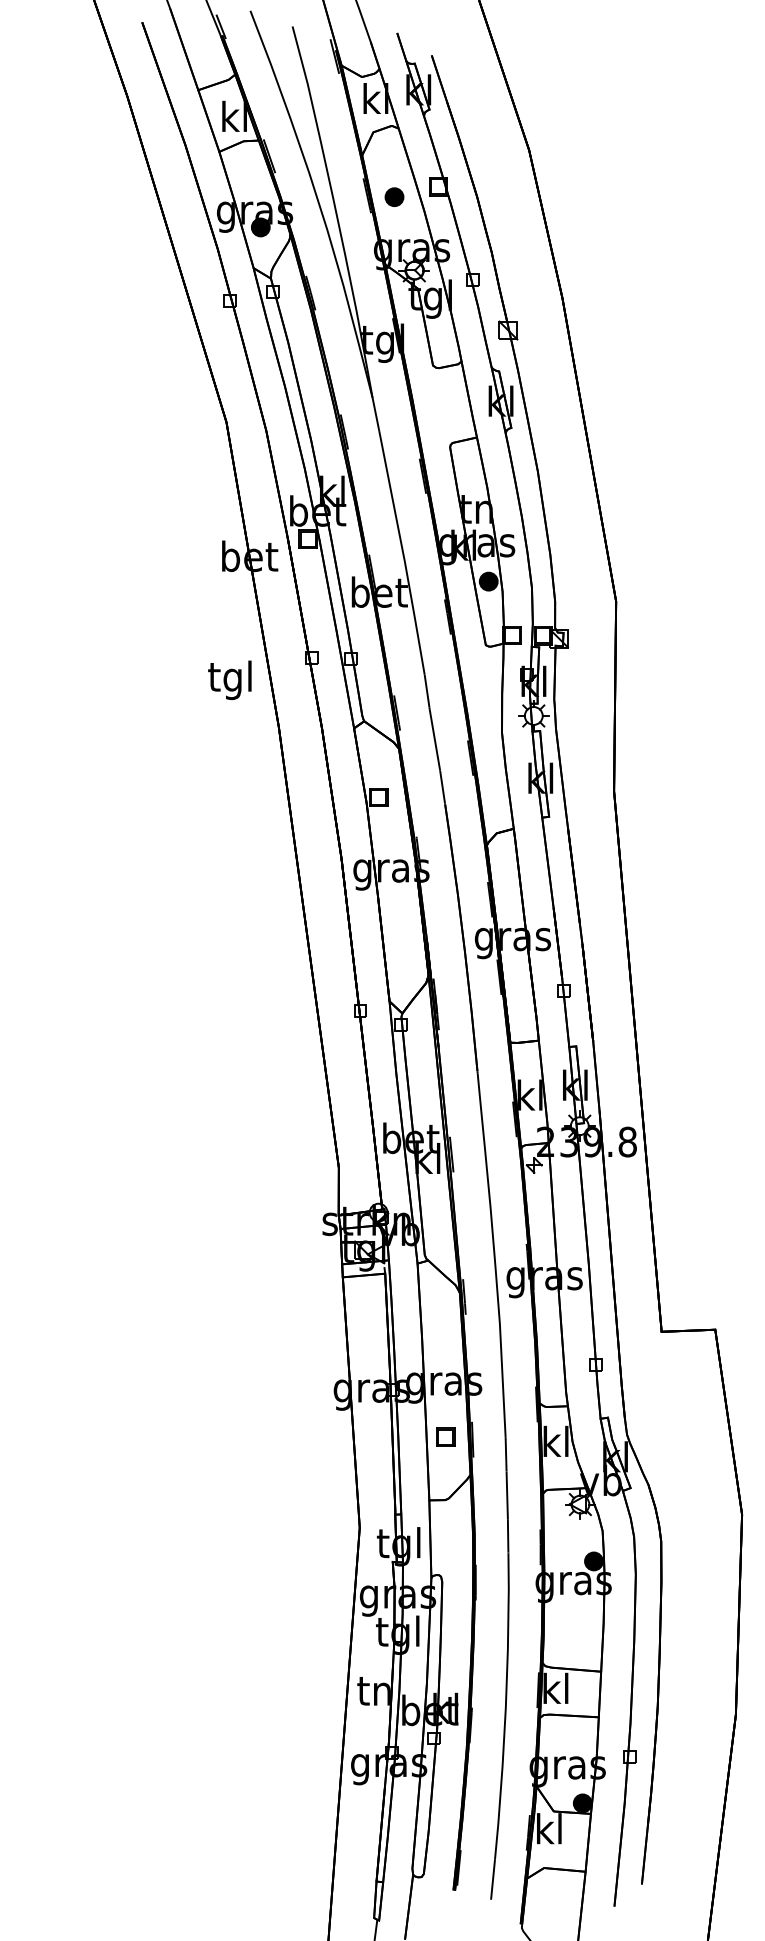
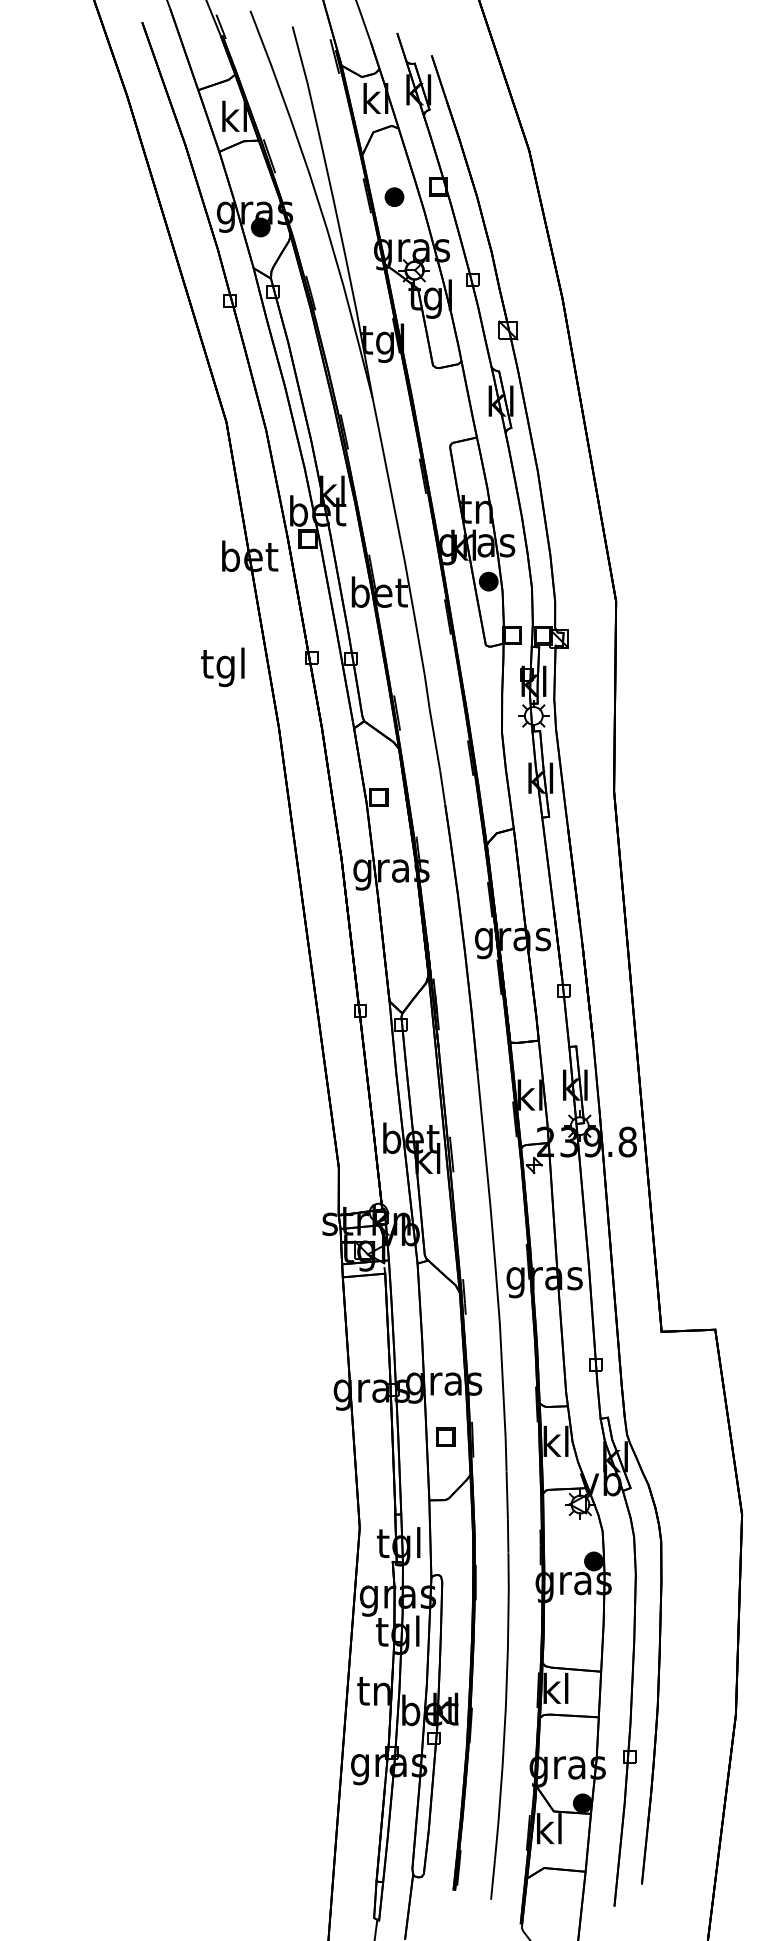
text at (229, 680) position: (229, 680) -> (222, 667)
